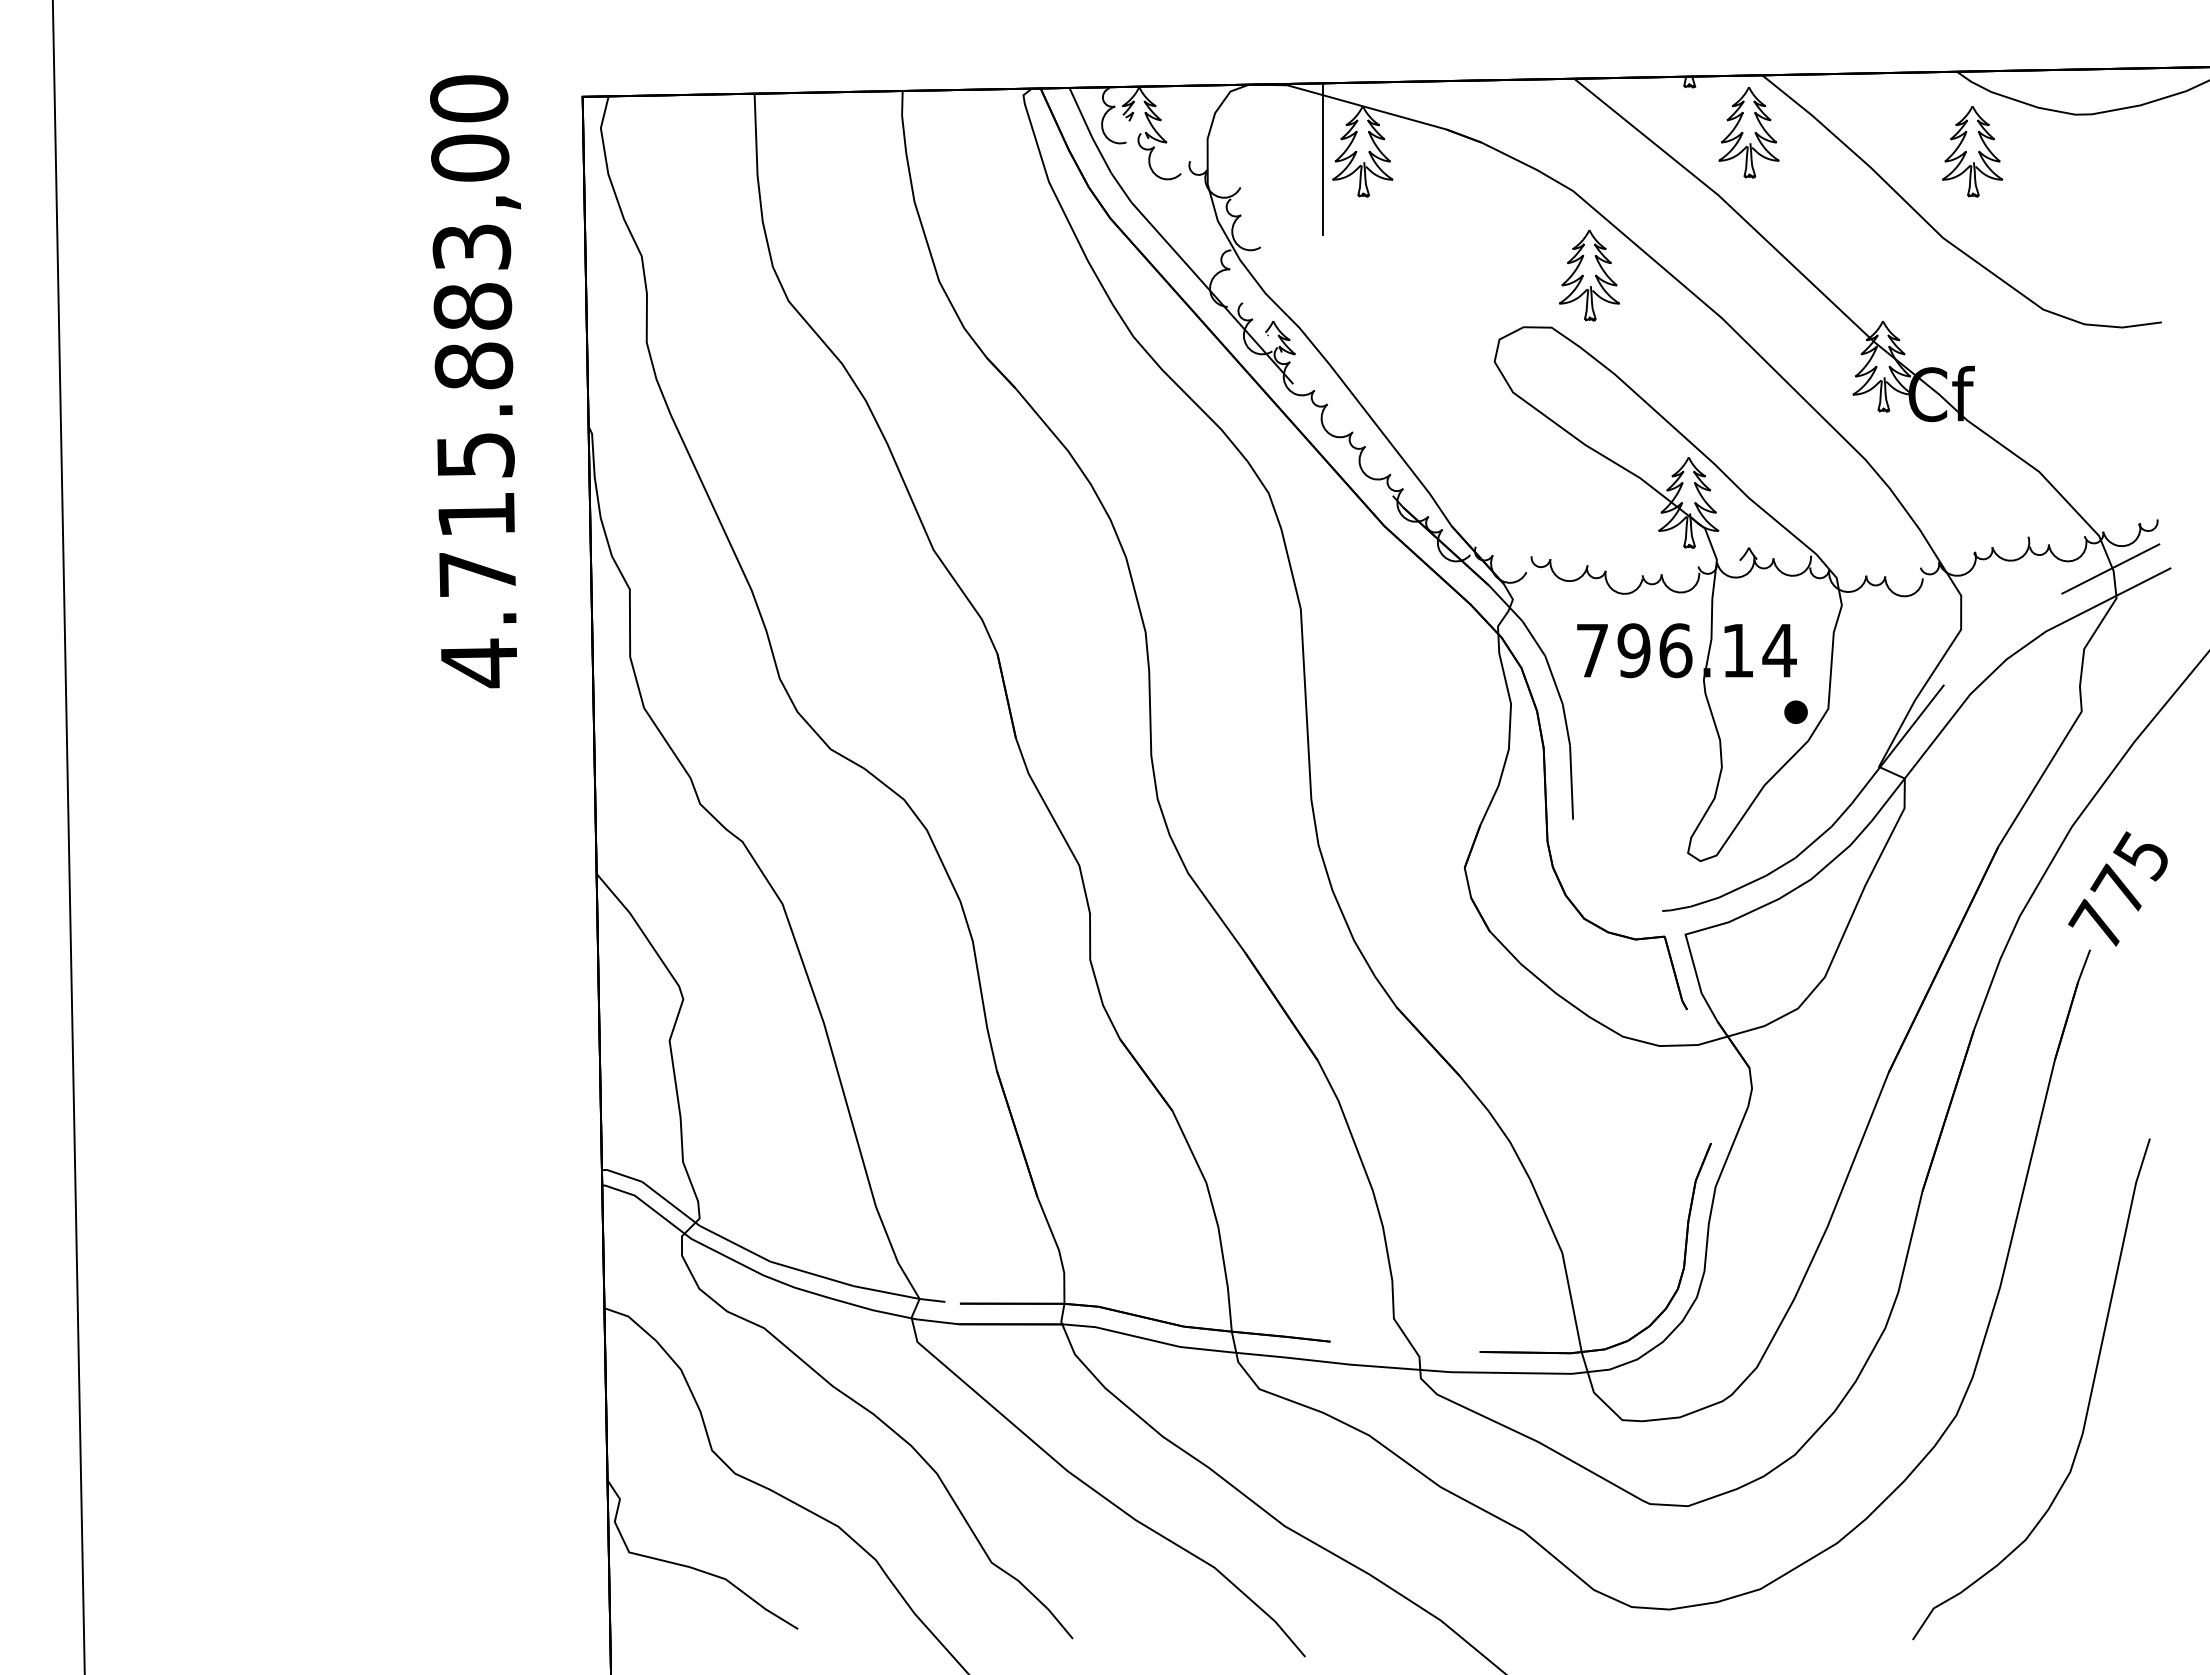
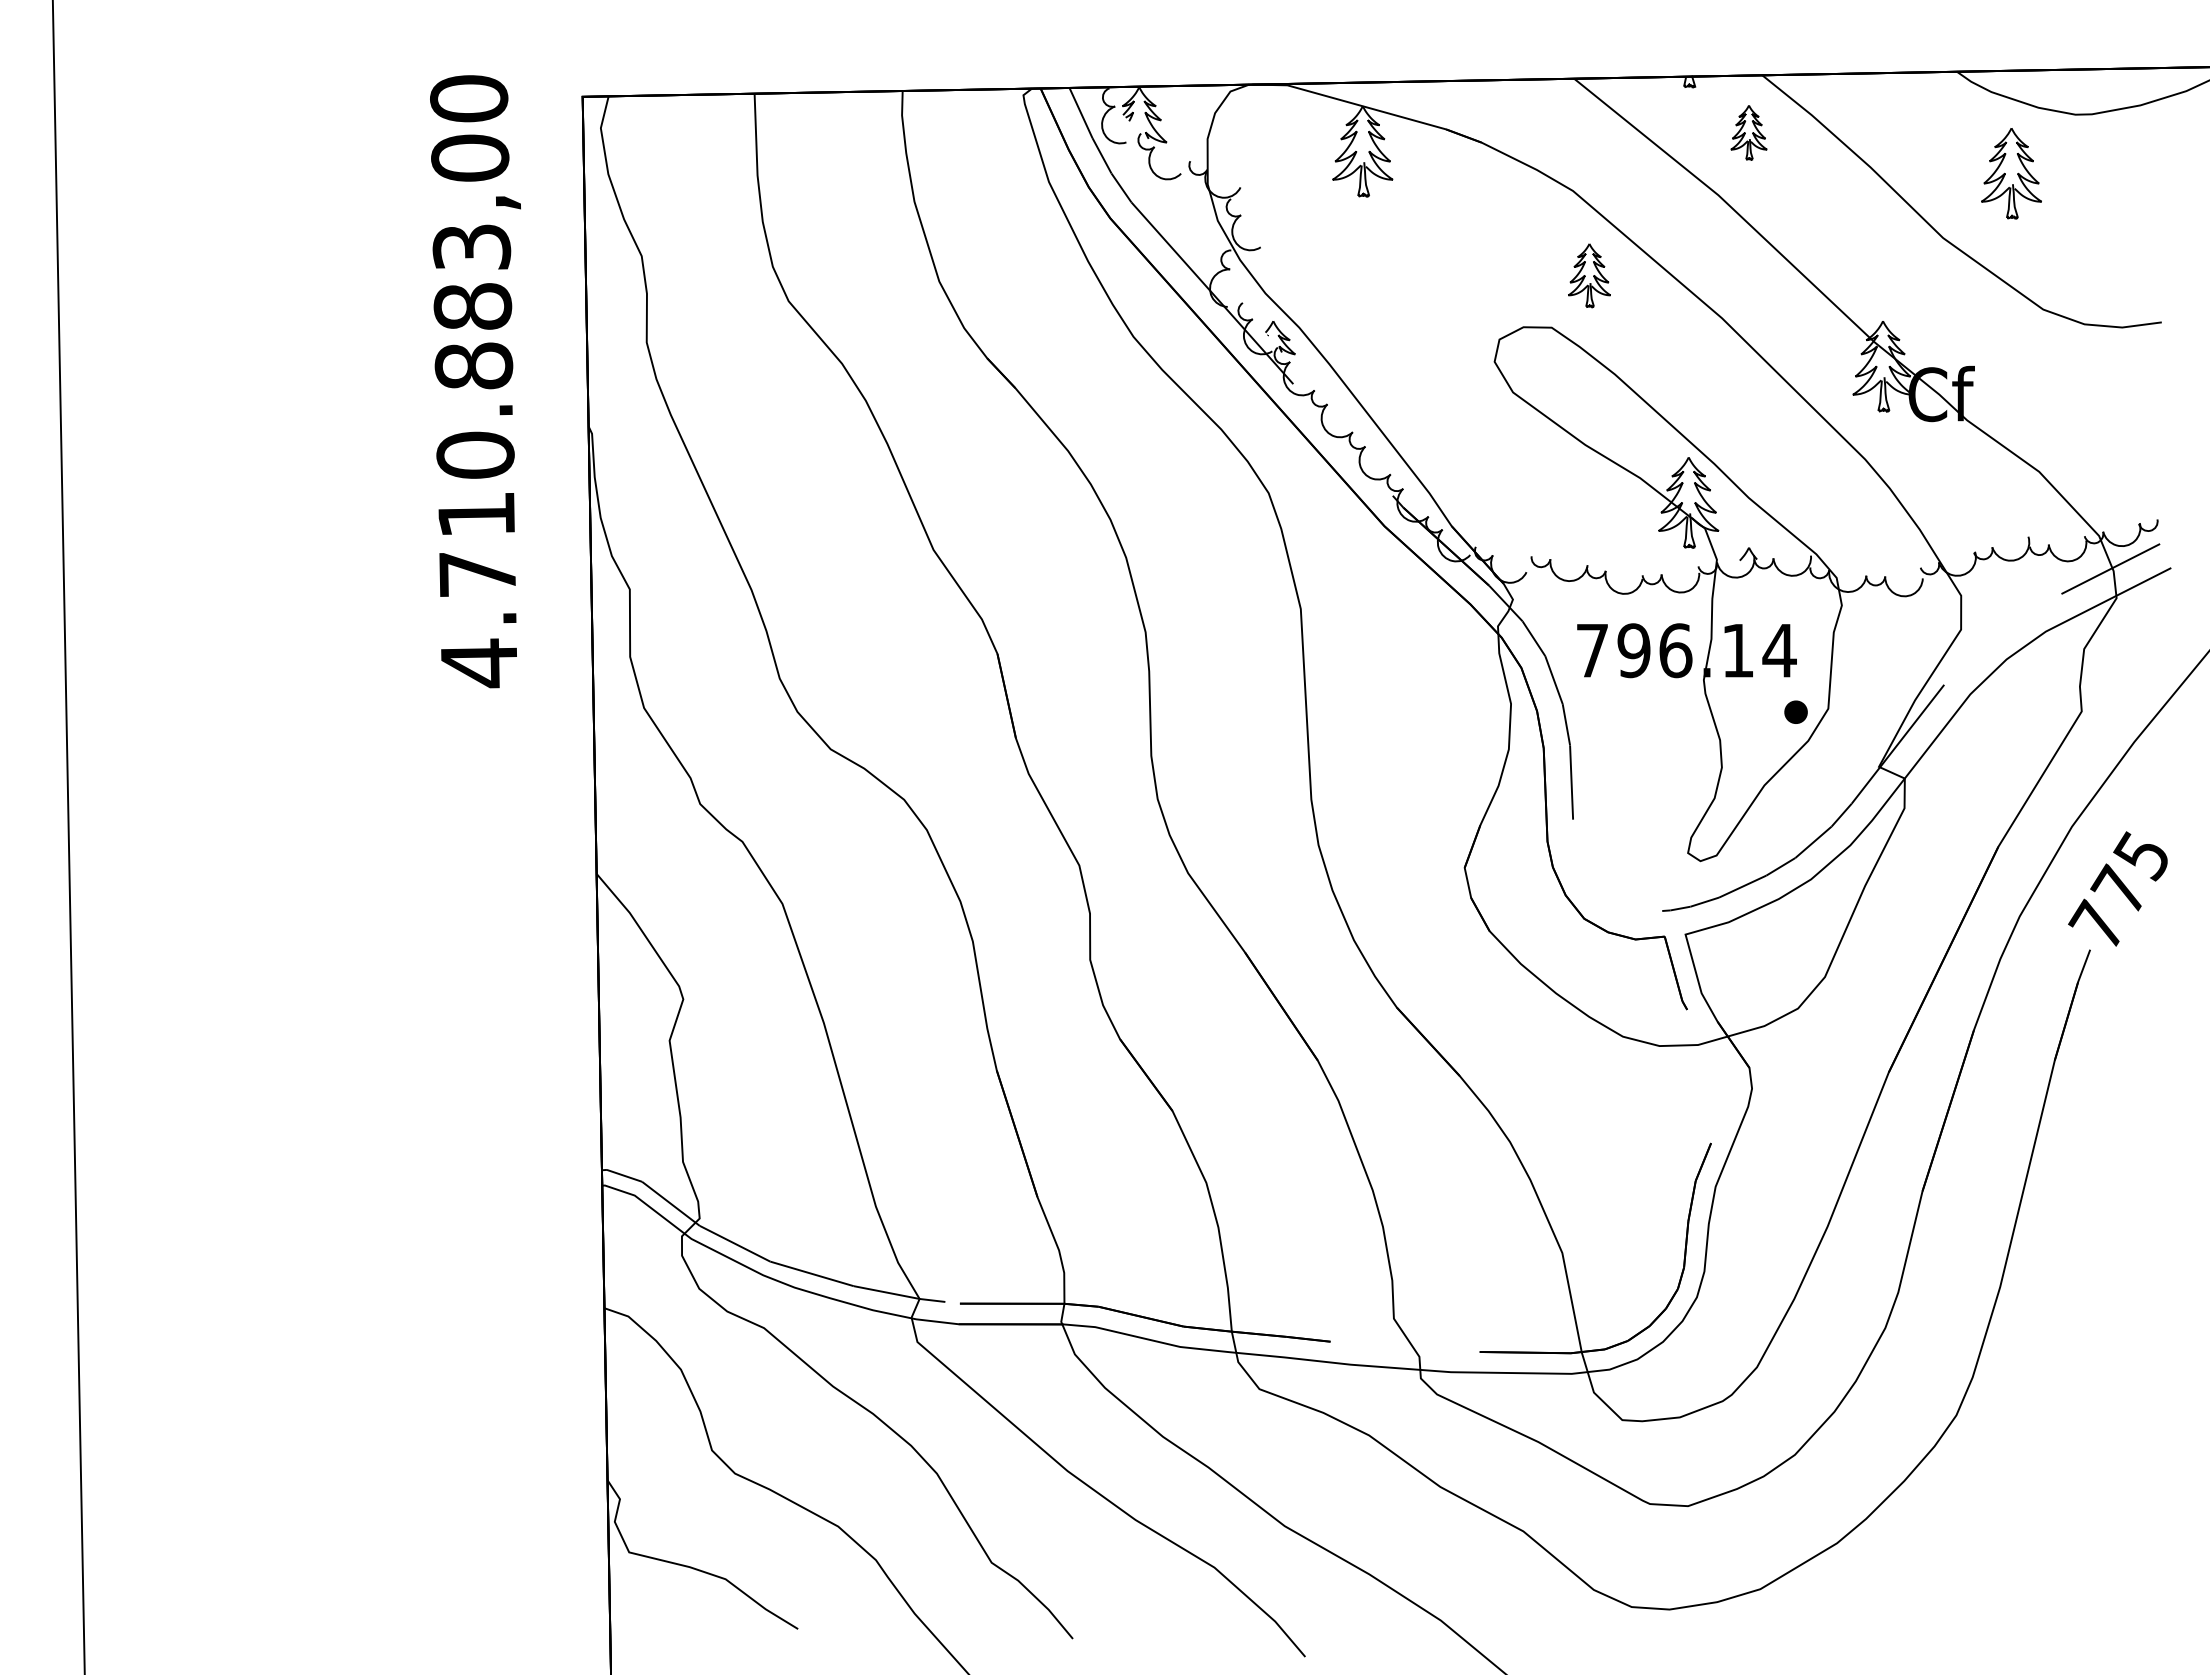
part at (1748, 132) size: 62x92 px -> 38x56 px
part at (1972, 151) position: (1972, 151) -> (2011, 173)
line at (1322, 158): present -> none
part at (1589, 275) size: 61x92 px -> 43x66 px
text at (475, 454): 4.715.883,00 -> 4.710.883,00
curve at (2088, 1400): present -> none
